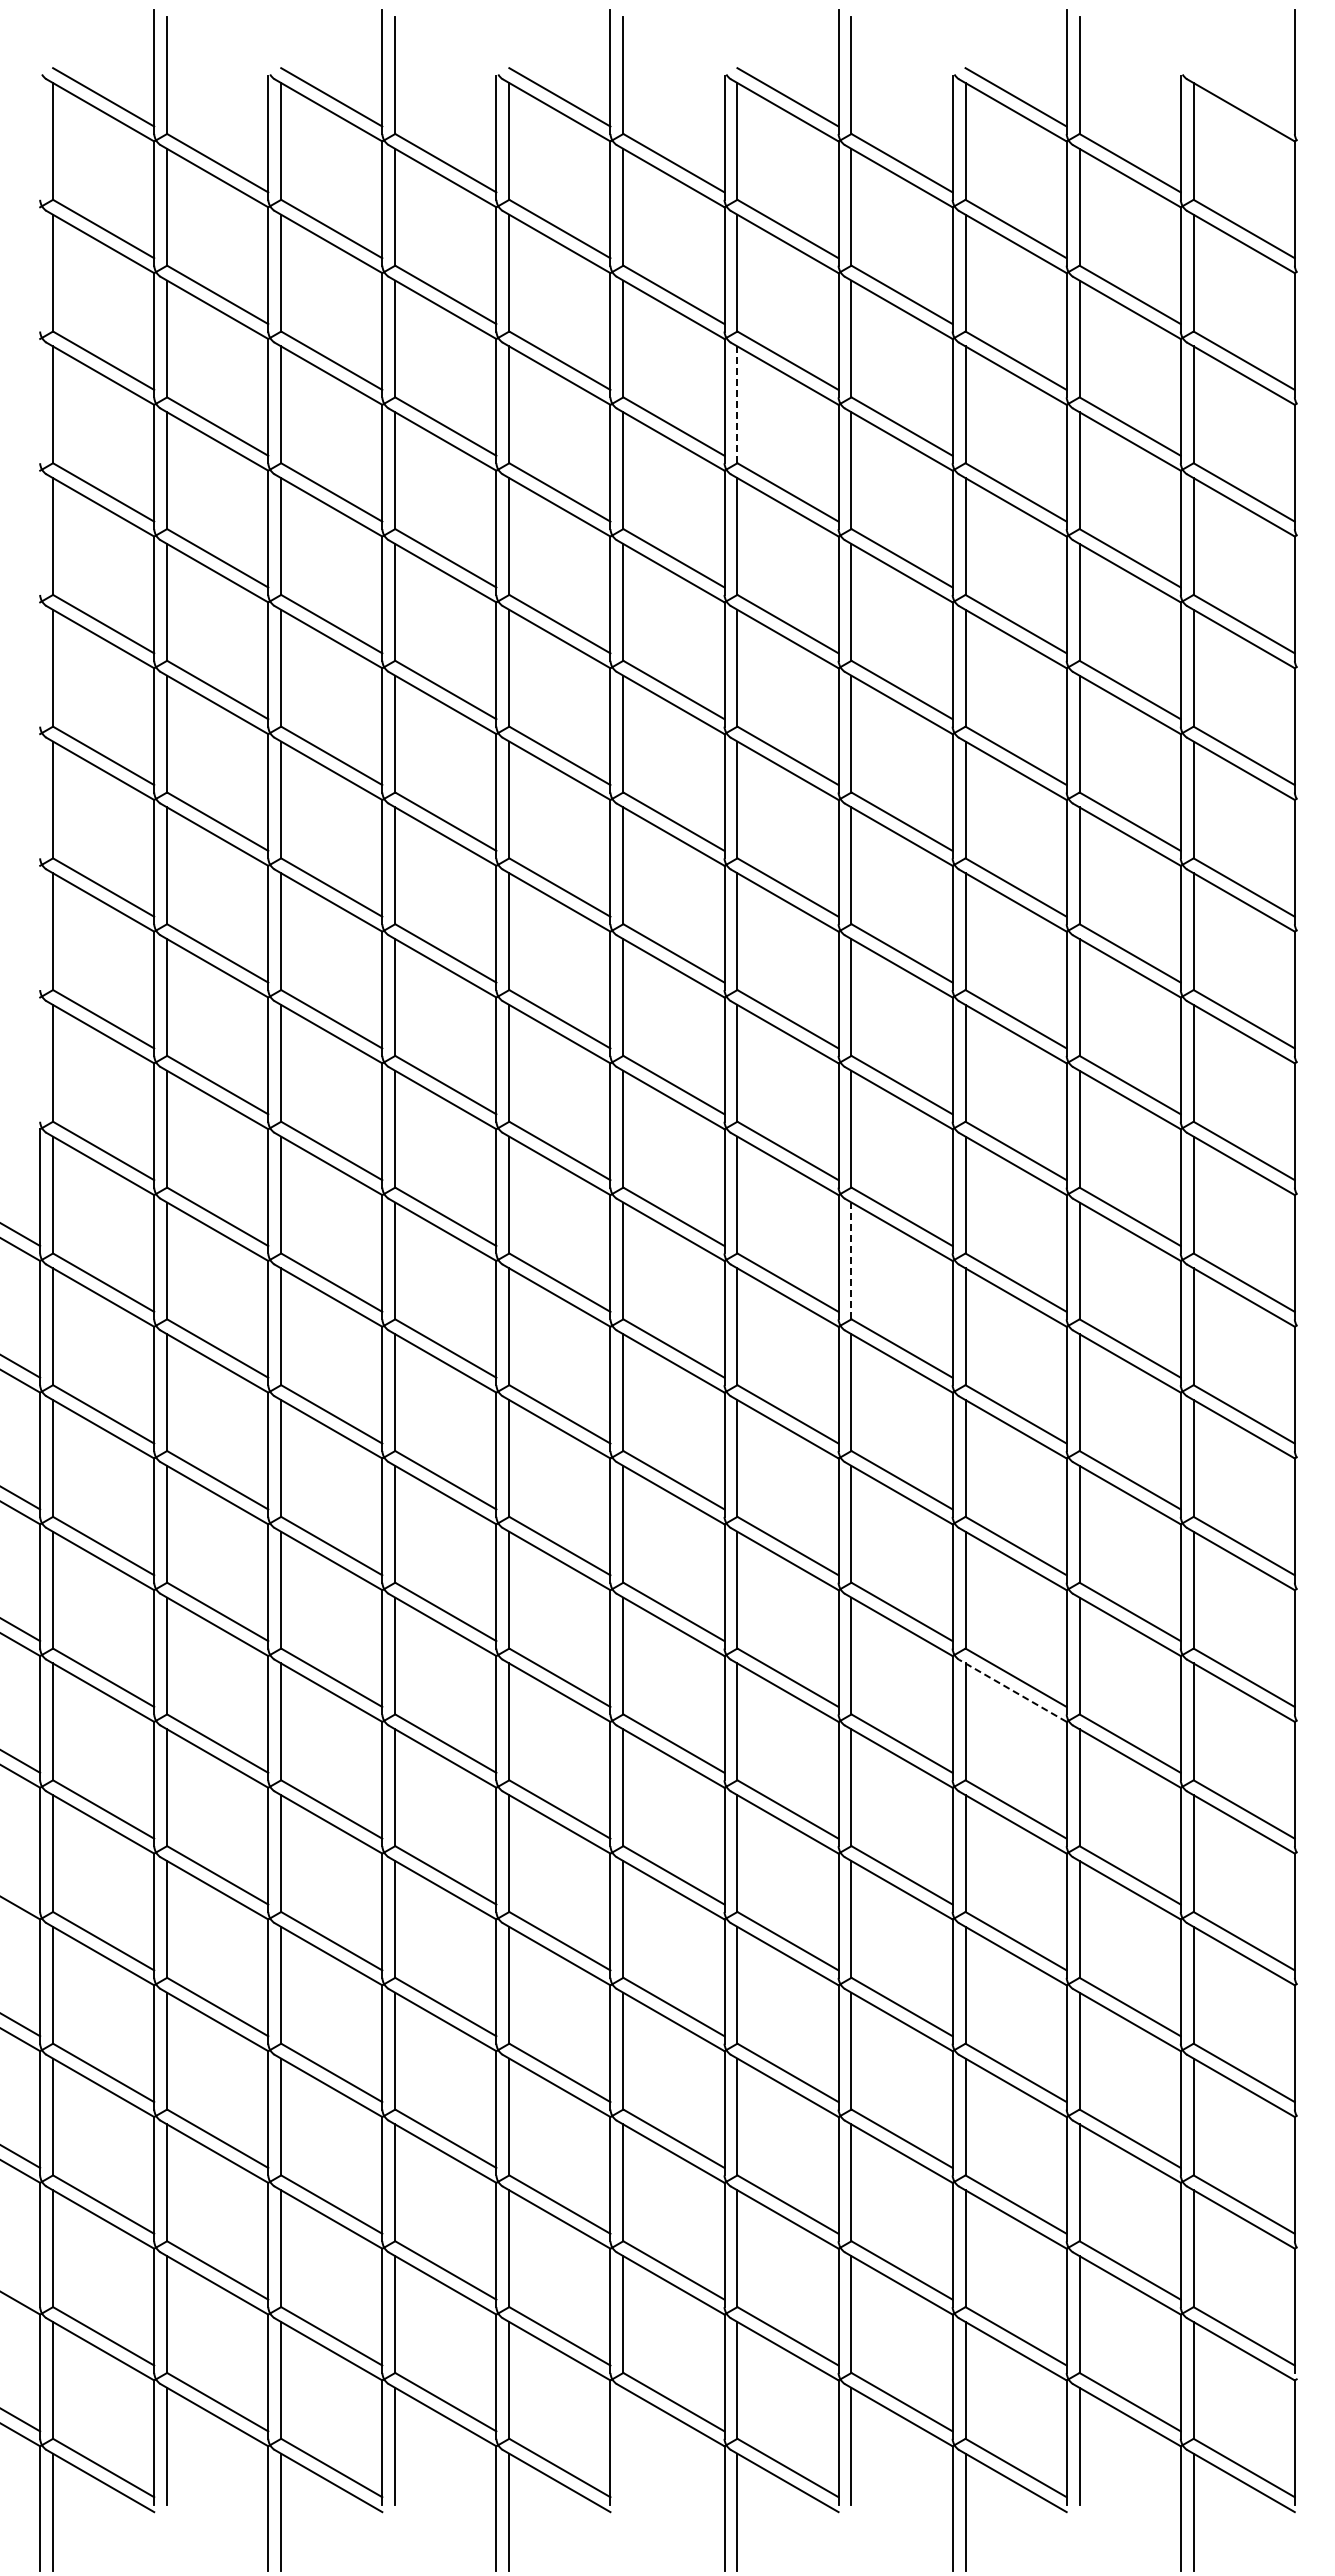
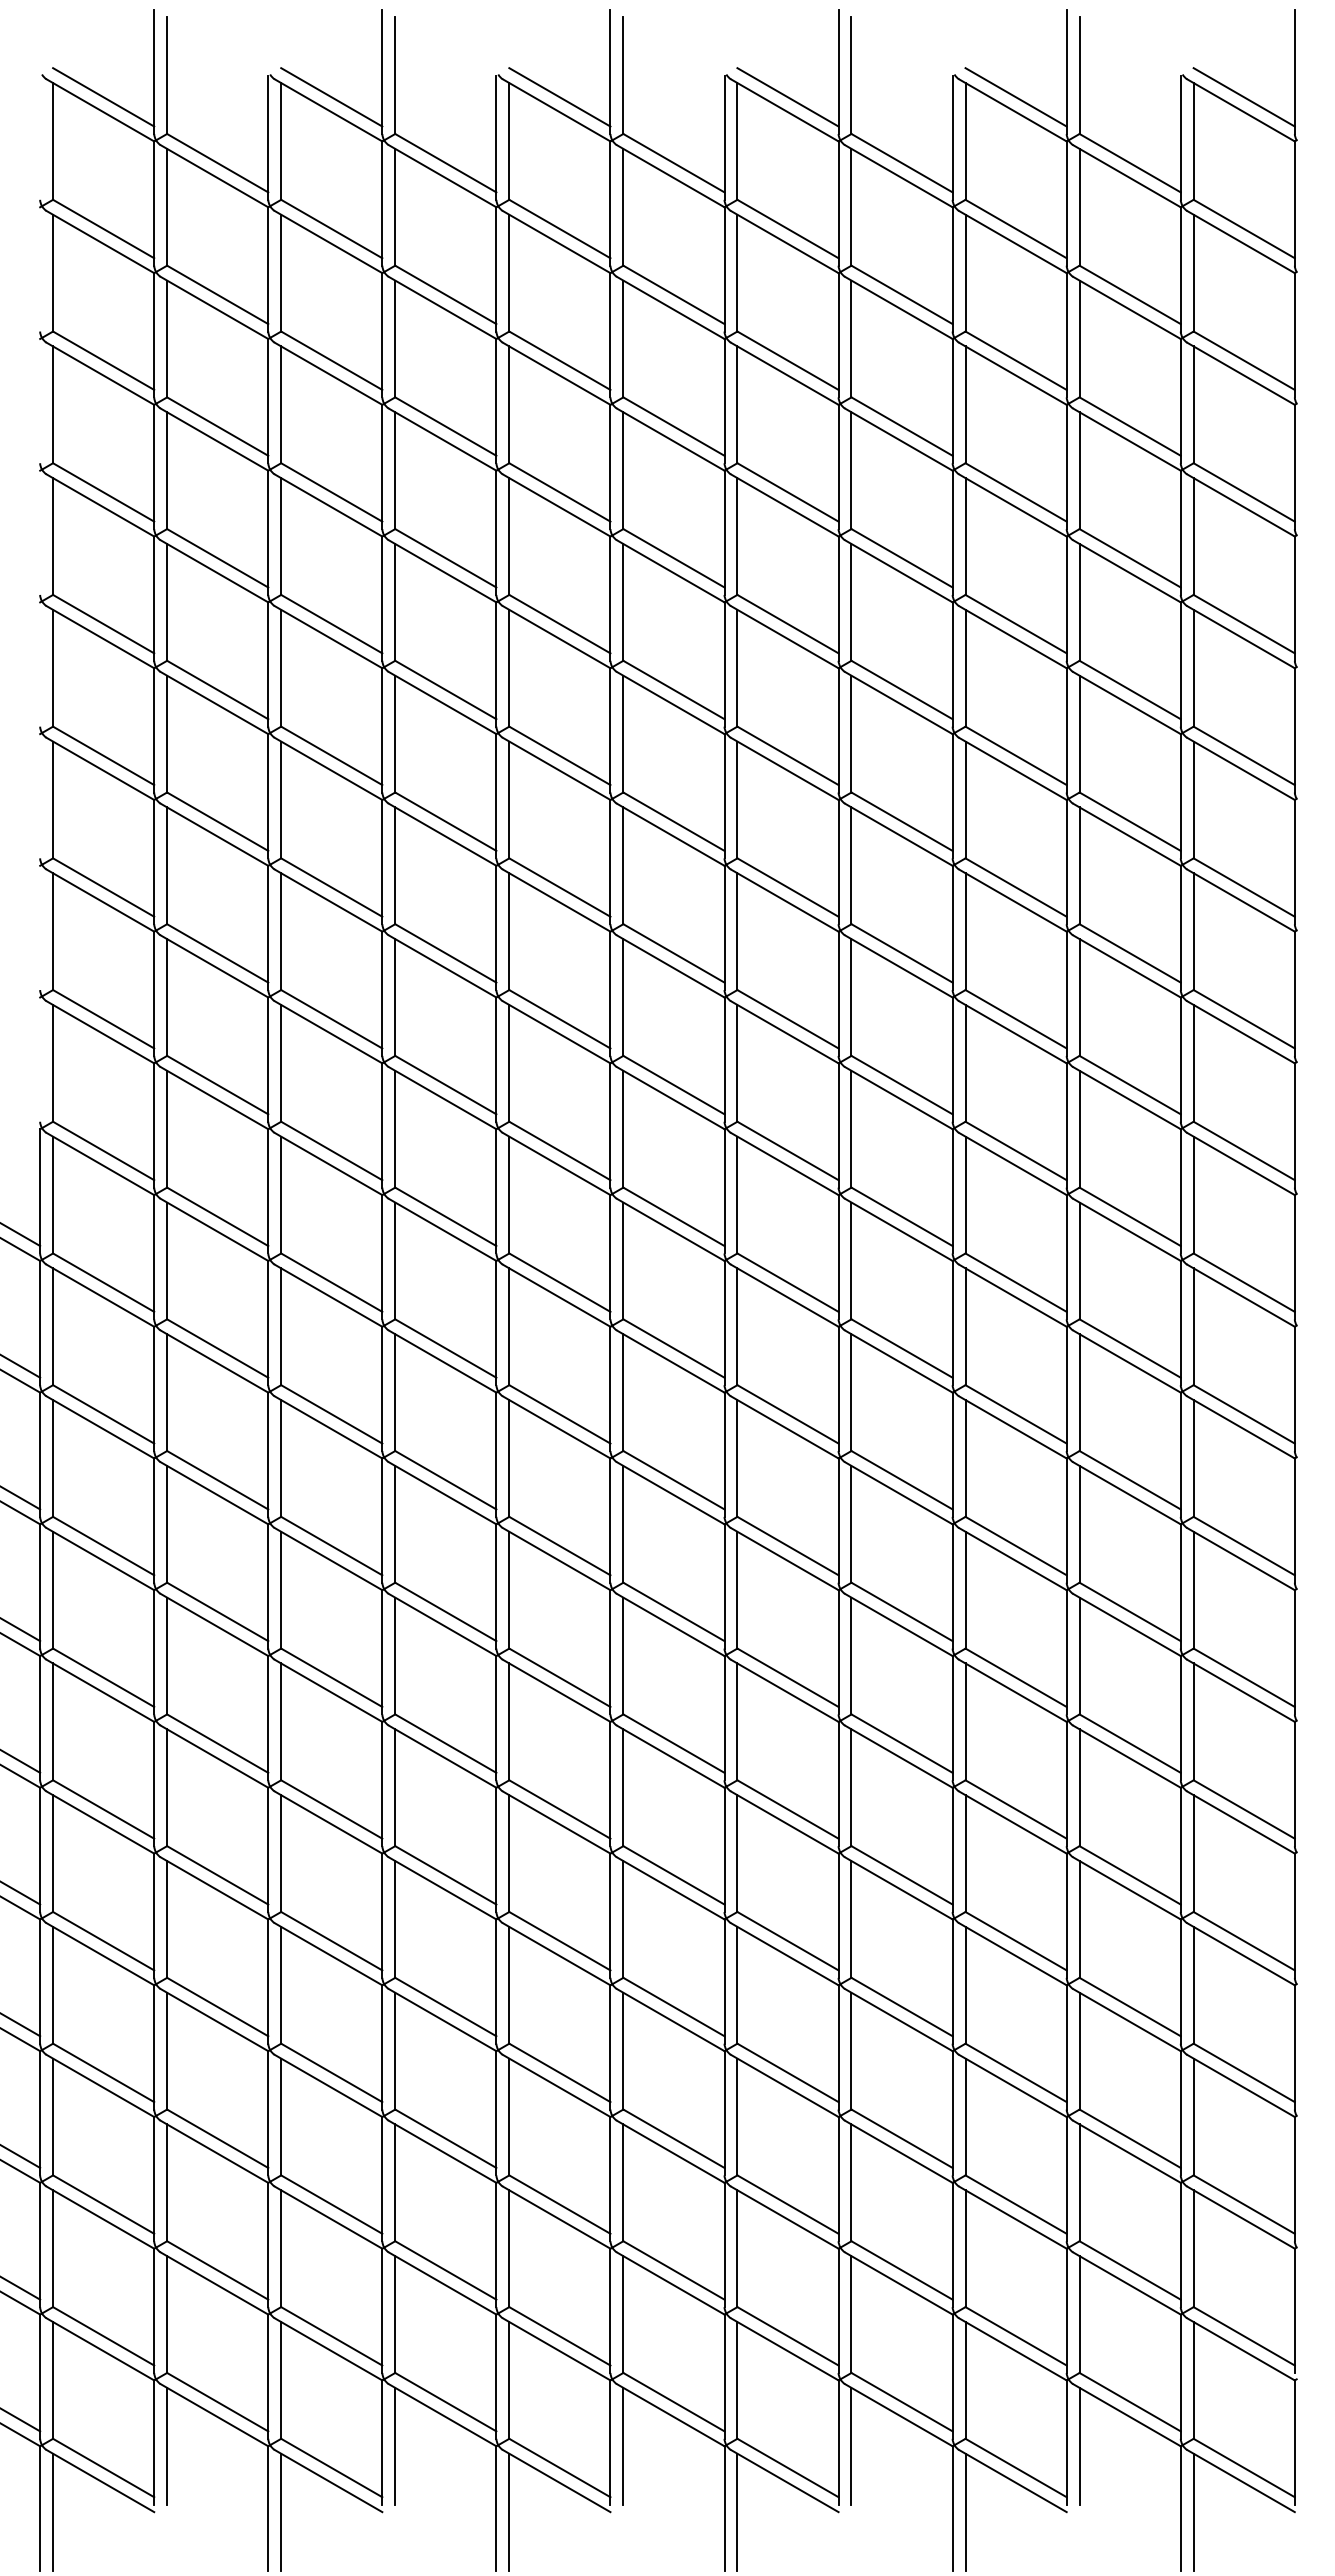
line at (1243, 97): none -> present
line at (737, 404): dashed -> solid
line at (851, 1260): dashed -> solid
line at (1012, 1690): dashed -> solid
line at (21, 1893): none -> present
line at (21, 2288): none -> present
line at (623, 2445): none -> present
